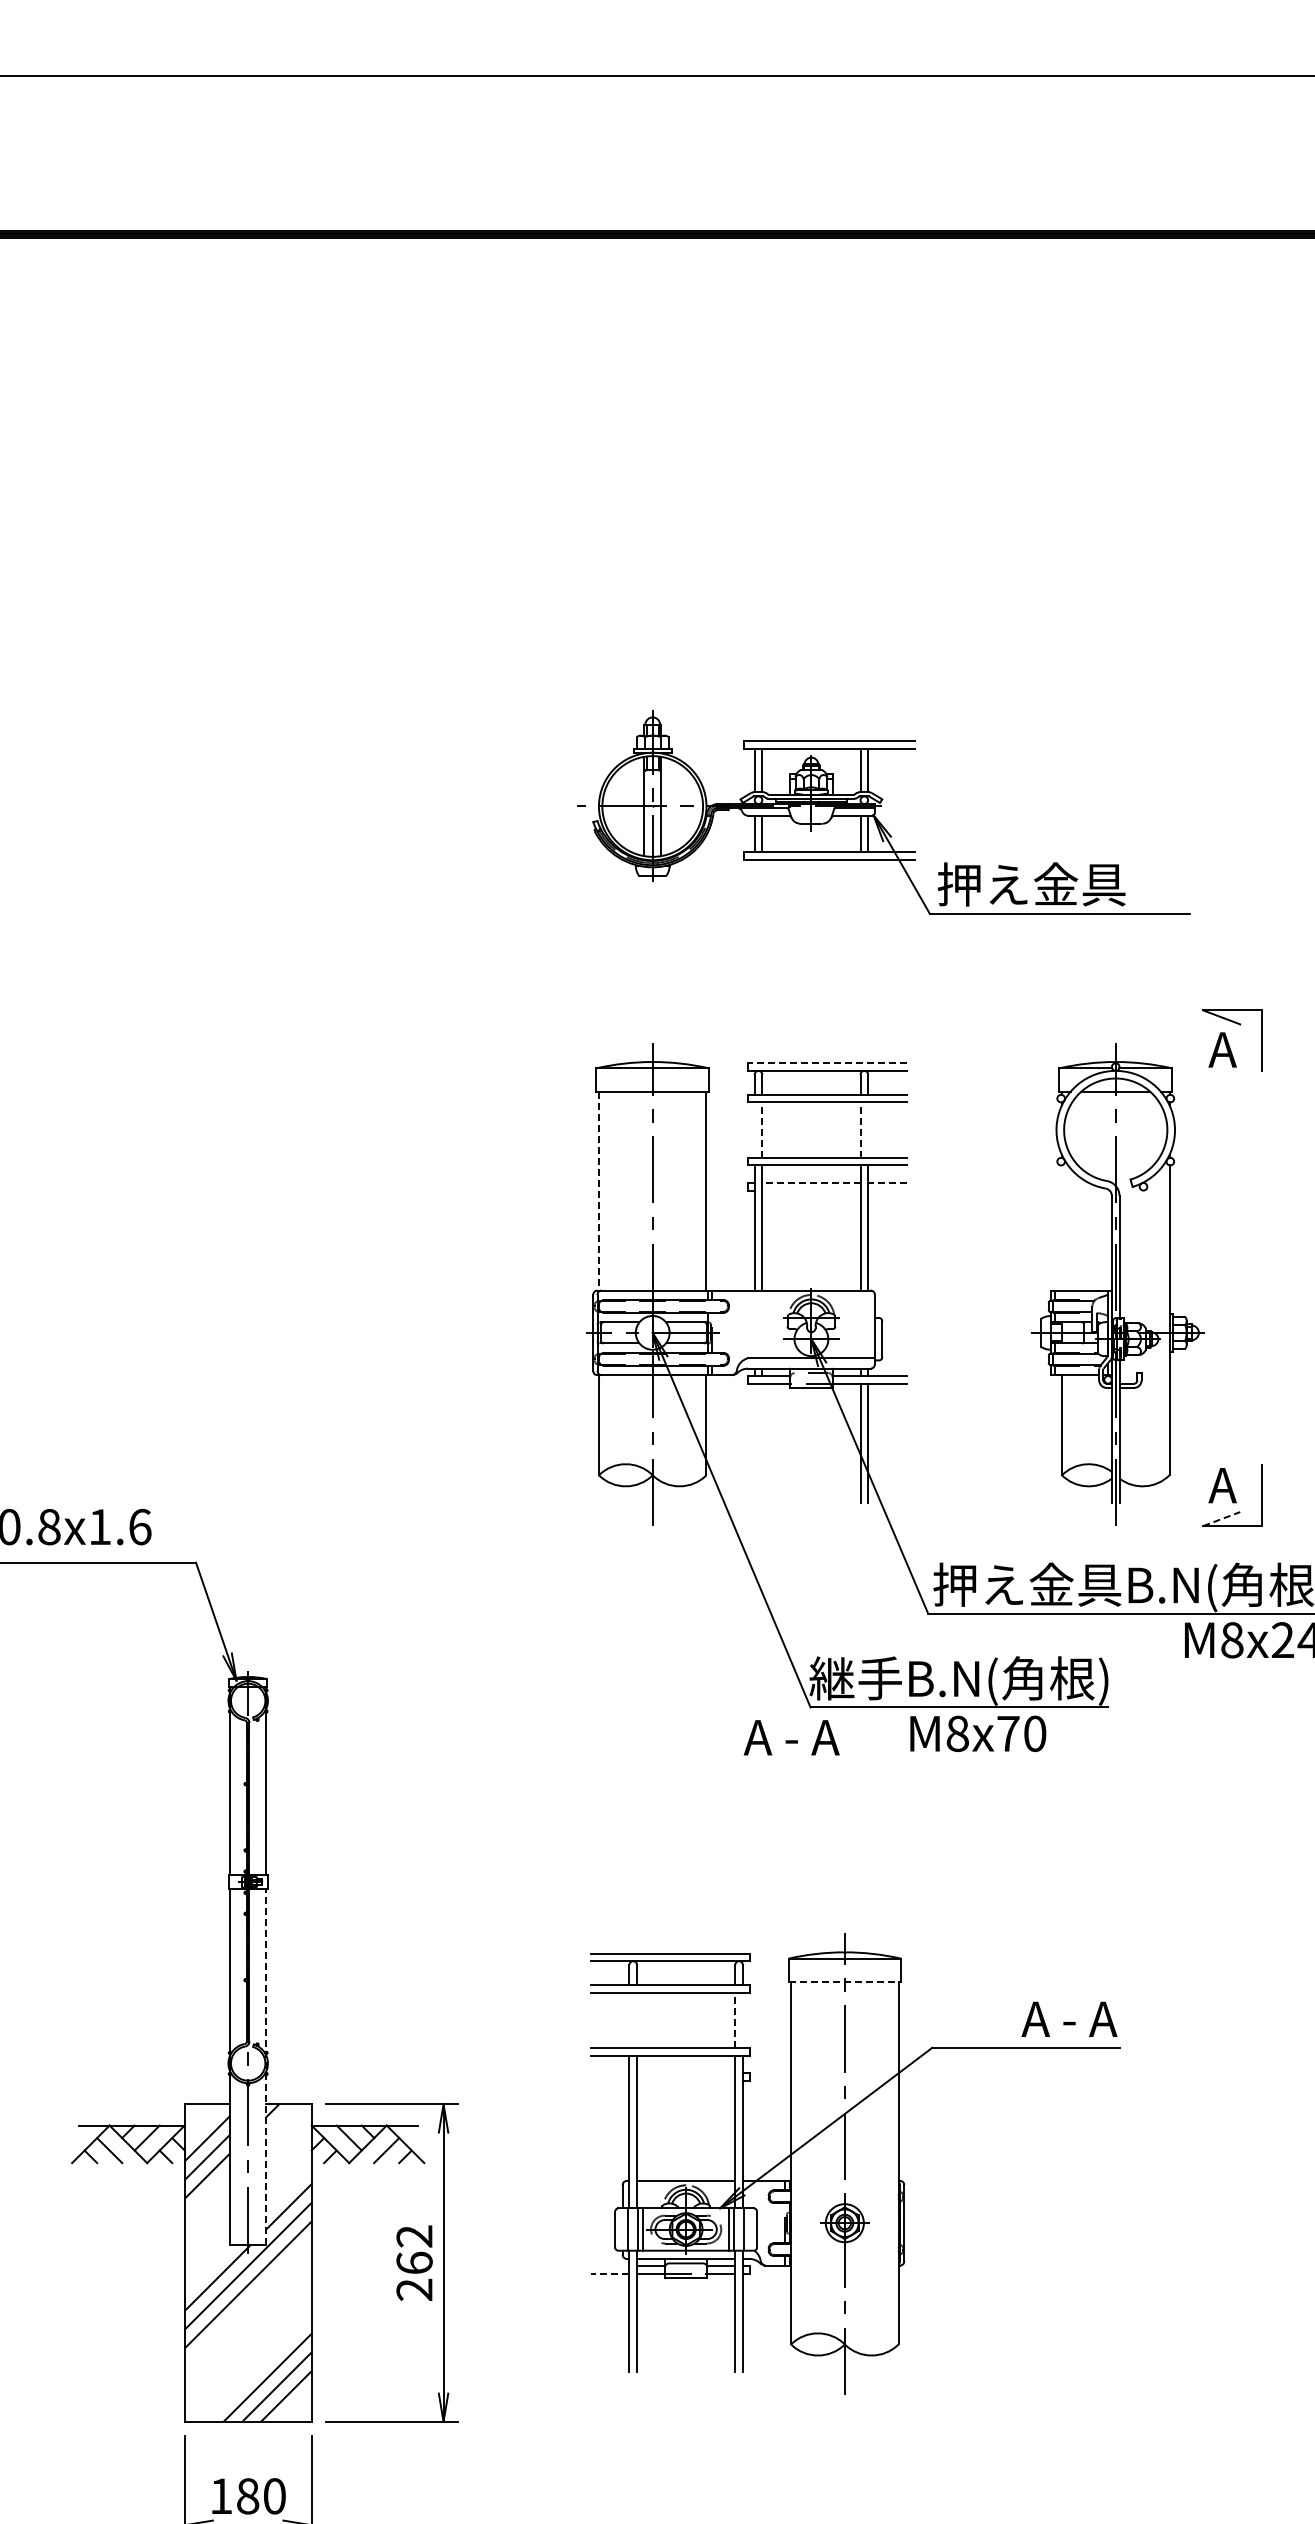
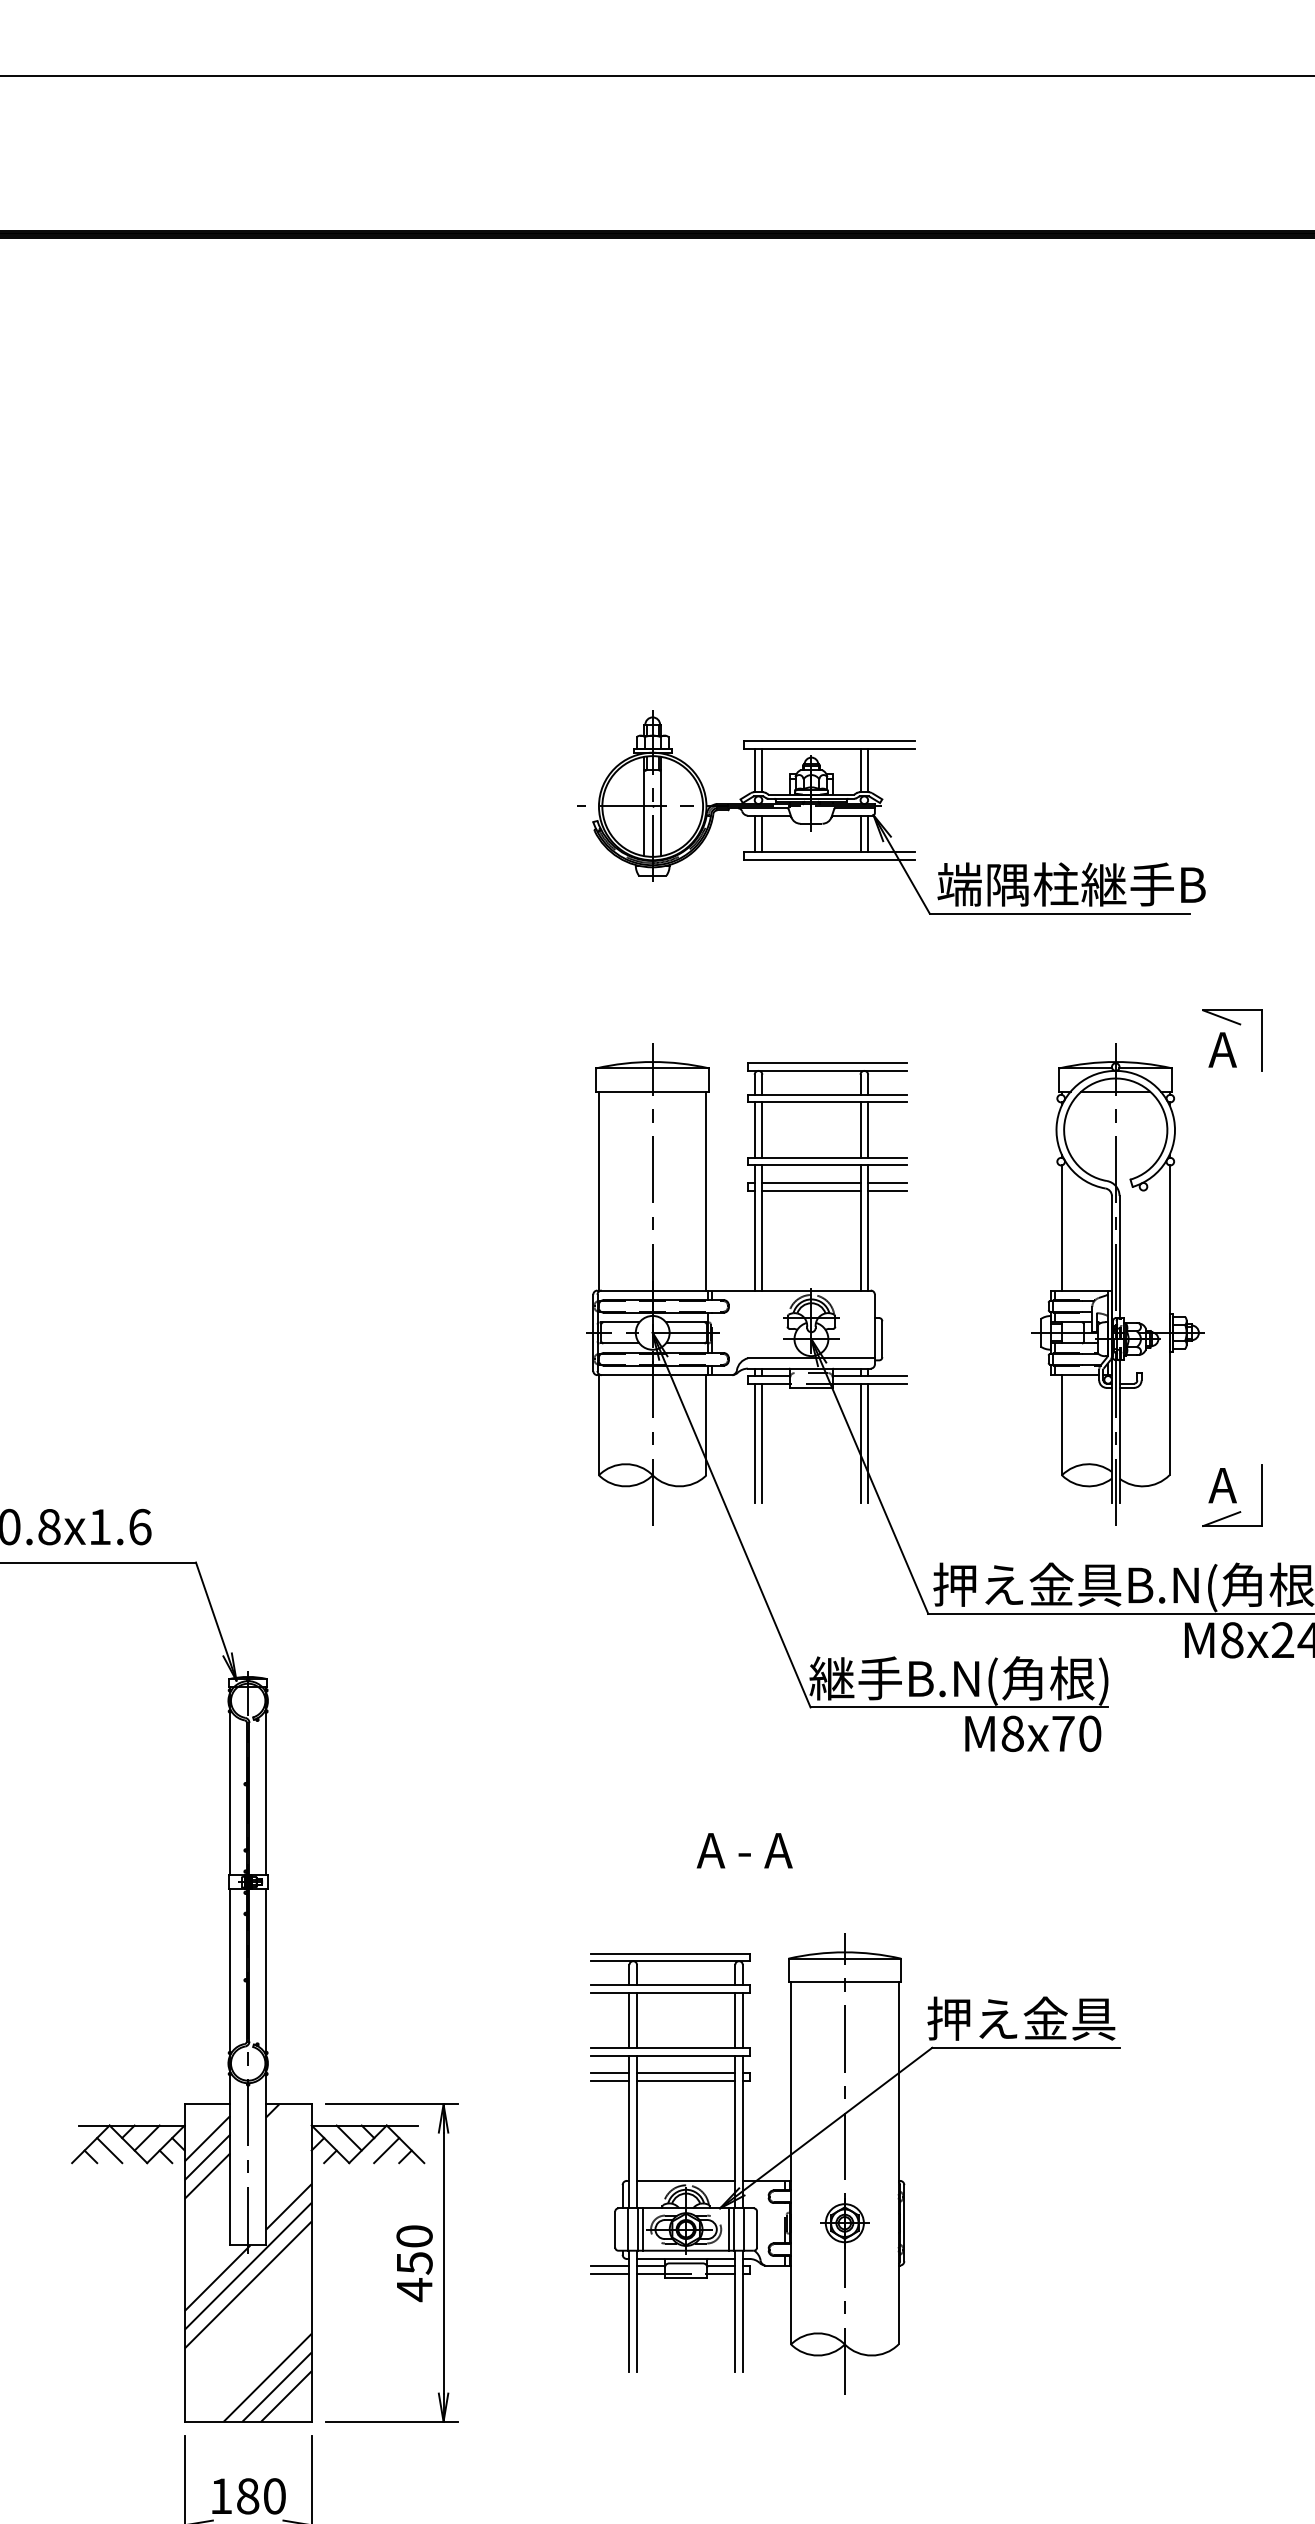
text at (1071, 884): 押え金具 -> 端隅柱継手B
line at (826, 1063): dashed -> solid
line at (754, 1129): none -> present
line at (868, 1129): none -> present
line at (762, 1130): dashed -> solid
line at (860, 1130): dashed -> solid
line at (810, 1182): dashed -> solid
line at (886, 1182): dashed -> solid
line at (811, 1190): none -> present
line at (887, 1190): none -> present
line at (598, 1191): dashed -> solid
line at (1062, 1227): none -> present
line at (754, 1443): none -> present
line at (762, 1443): none -> present
line at (1221, 1519): dashed -> solid
text at (978, 1733) position: (978, 1733) -> (1033, 1733)
text at (791, 1737) position: (791, 1737) -> (744, 1850)
line at (845, 1981): dashed -> solid
text at (1022, 2018): A - A -> 押え金具
line at (629, 2020): none -> present
line at (637, 2020): none -> present
line at (735, 2020): dashed -> solid
line at (742, 2020): none -> present
line at (266, 2066): dashed -> solid
line at (609, 2073): none -> present
line at (686, 2073): none -> present
line at (609, 2080): none -> present
line at (686, 2080): none -> present
text at (414, 2263): 262 -> 450
line at (609, 2266): none -> present
line at (609, 2273): dashed -> solid
